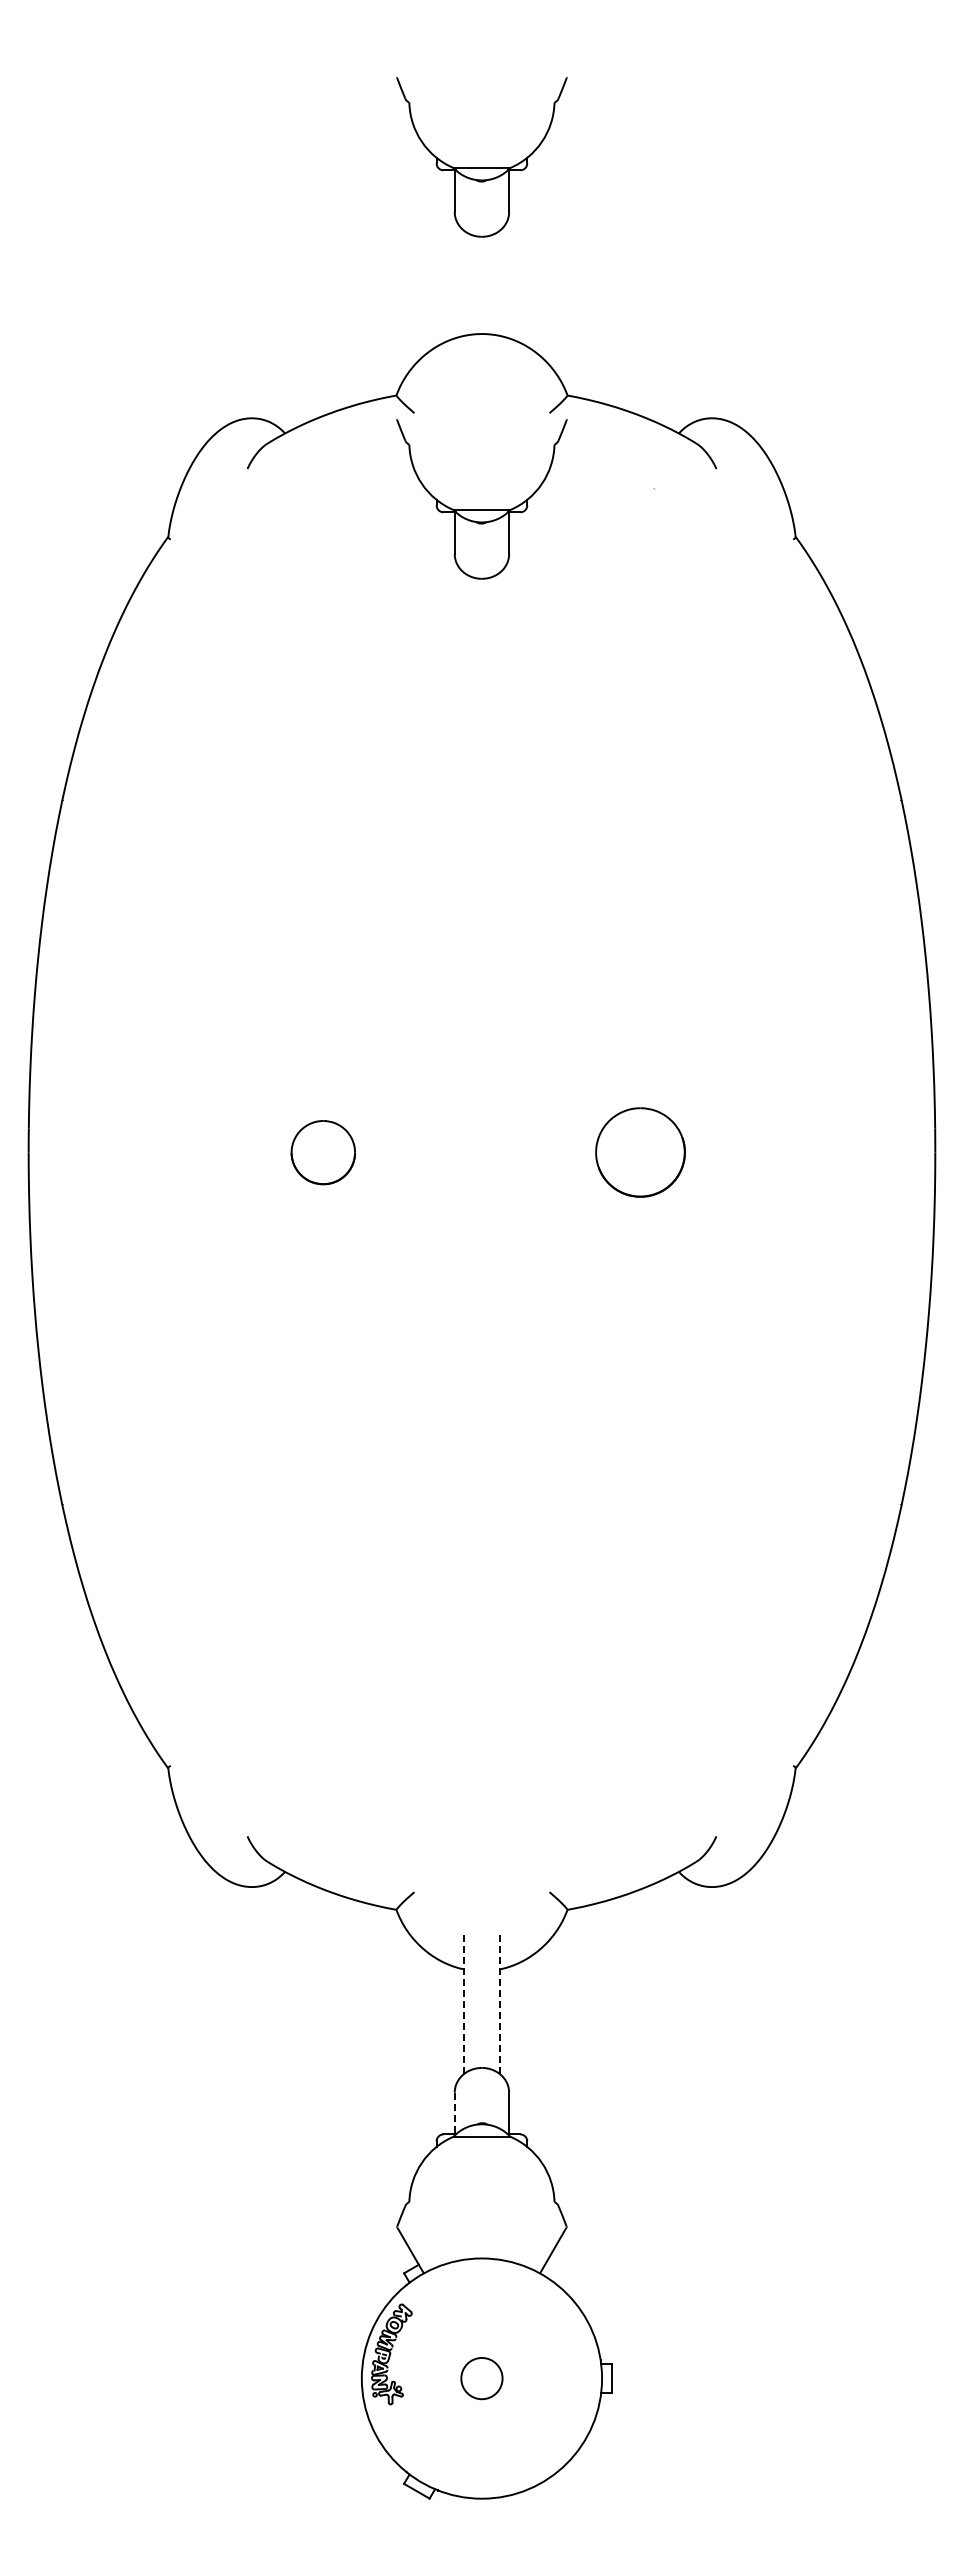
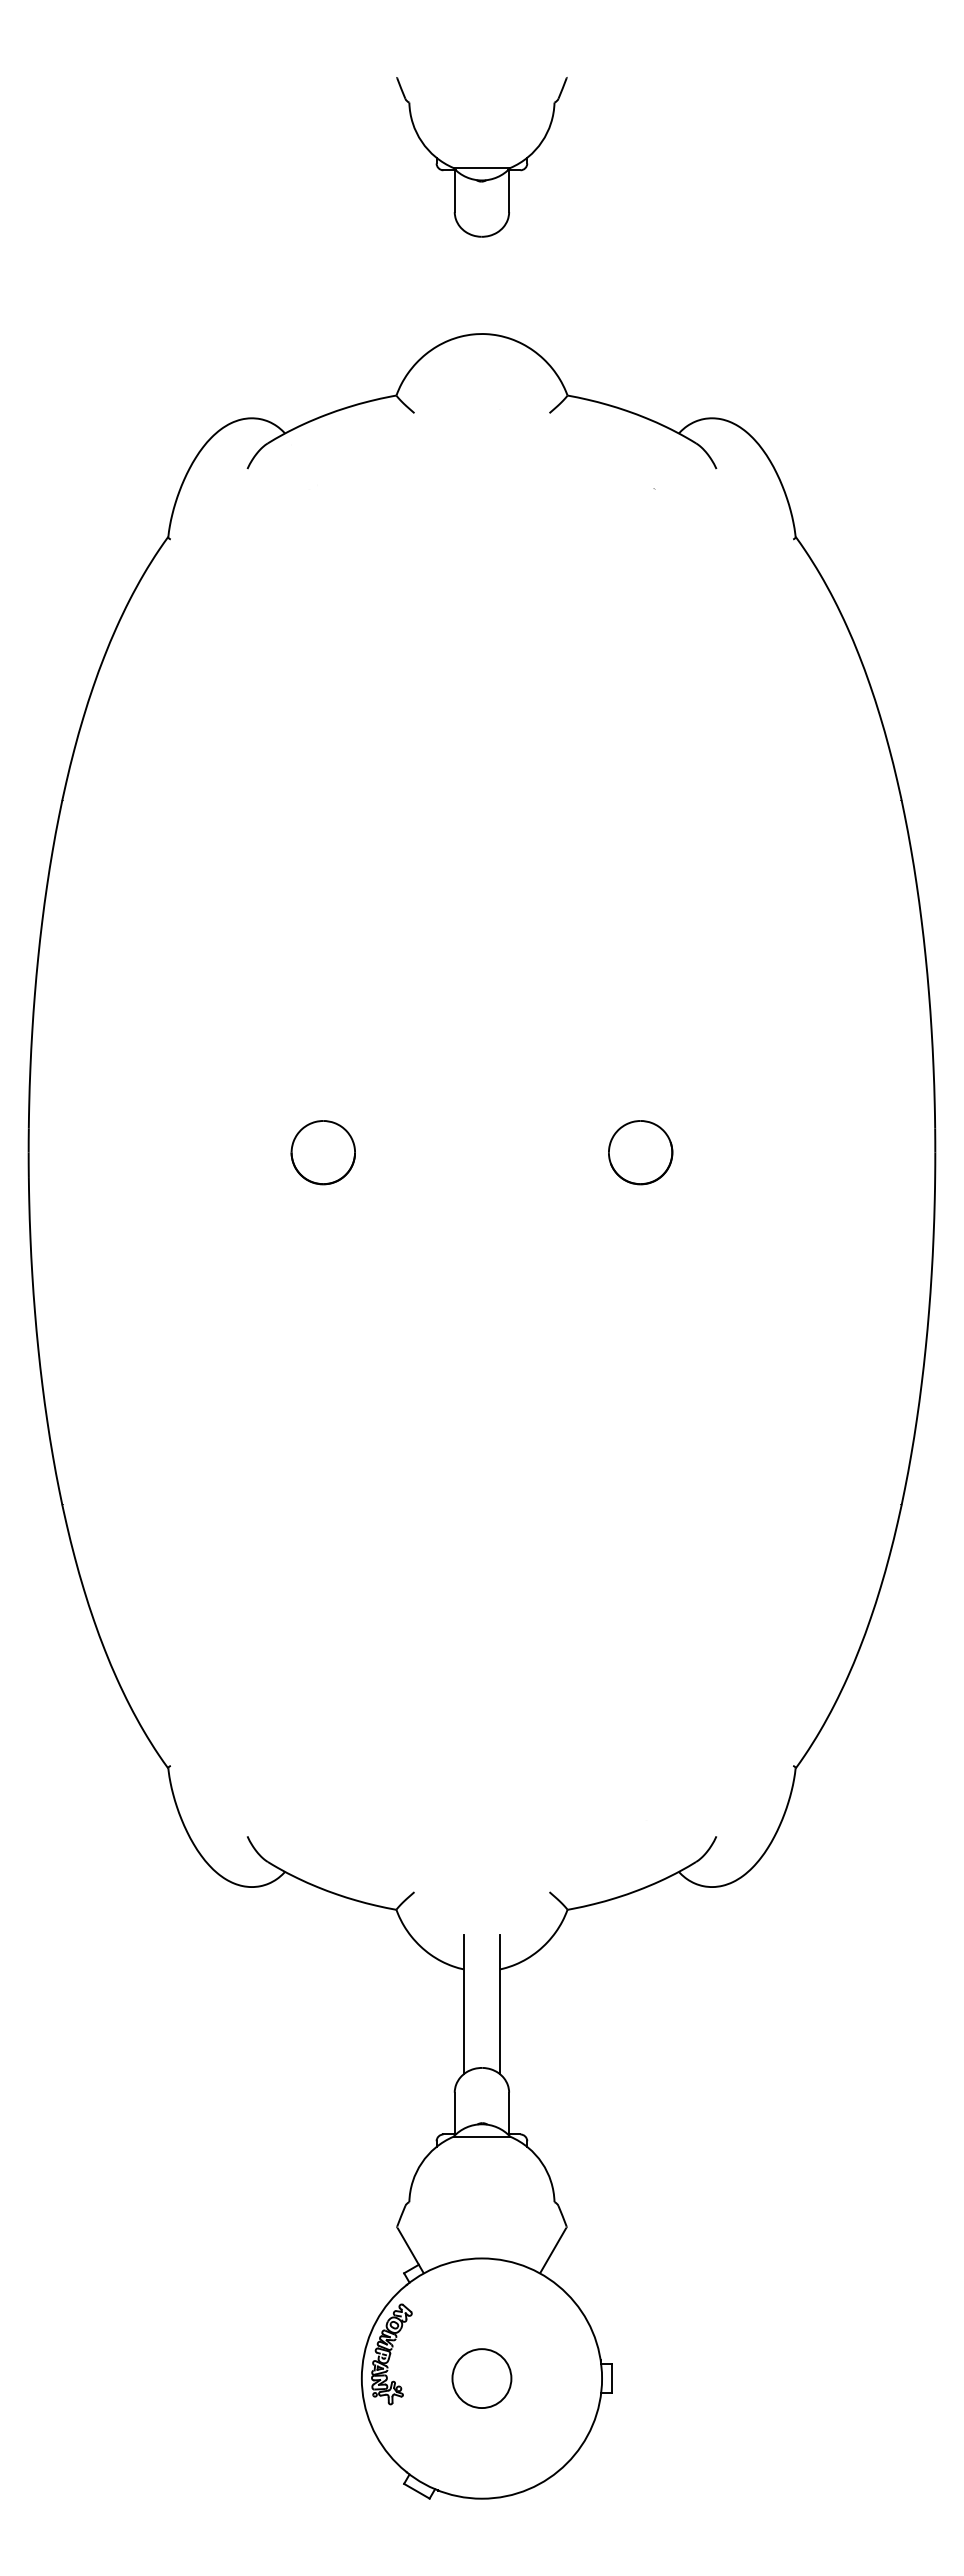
part at (481, 509): present -> none
part at (640, 1152) size: 91x91 px -> 66x66 px
line at (463, 2004): dashed -> solid
line at (500, 2004): dashed -> solid
line at (454, 2113): dashed -> solid
circle at (481, 2378) diameter: 41 px -> 59 px
